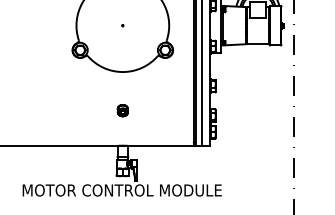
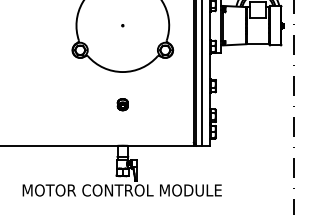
part at (122, 110) position: (122, 110) -> (122, 104)
